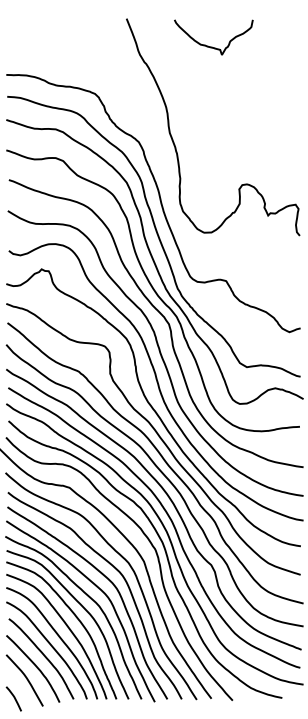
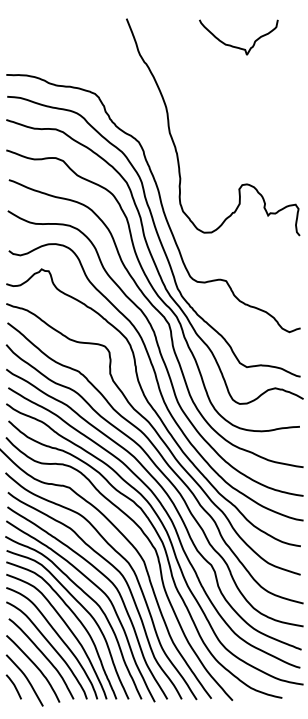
curve at (212, 46) position: (212, 46) -> (237, 46)
curve at (13, 697) position: (13, 697) -> (13, 685)
